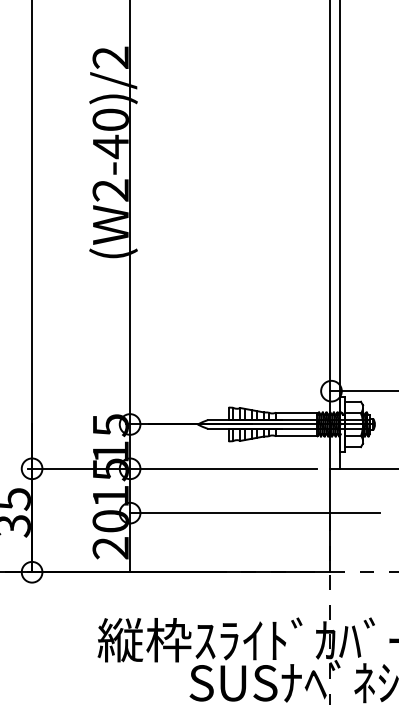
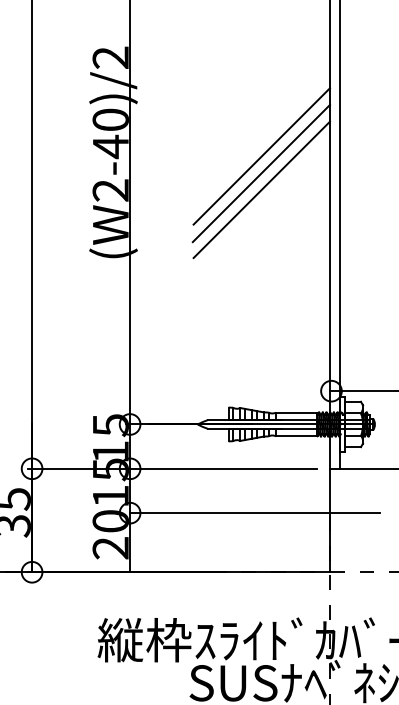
line at (261, 156): none -> present
line at (260, 173): none -> present
line at (261, 189): none -> present
